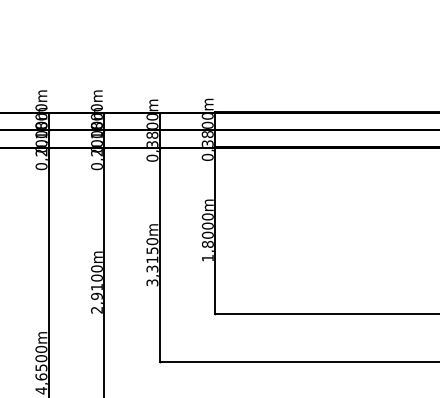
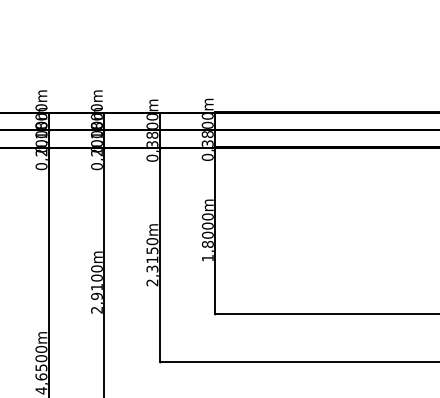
text at (152, 282): 3,3150m -> 2,3150m
